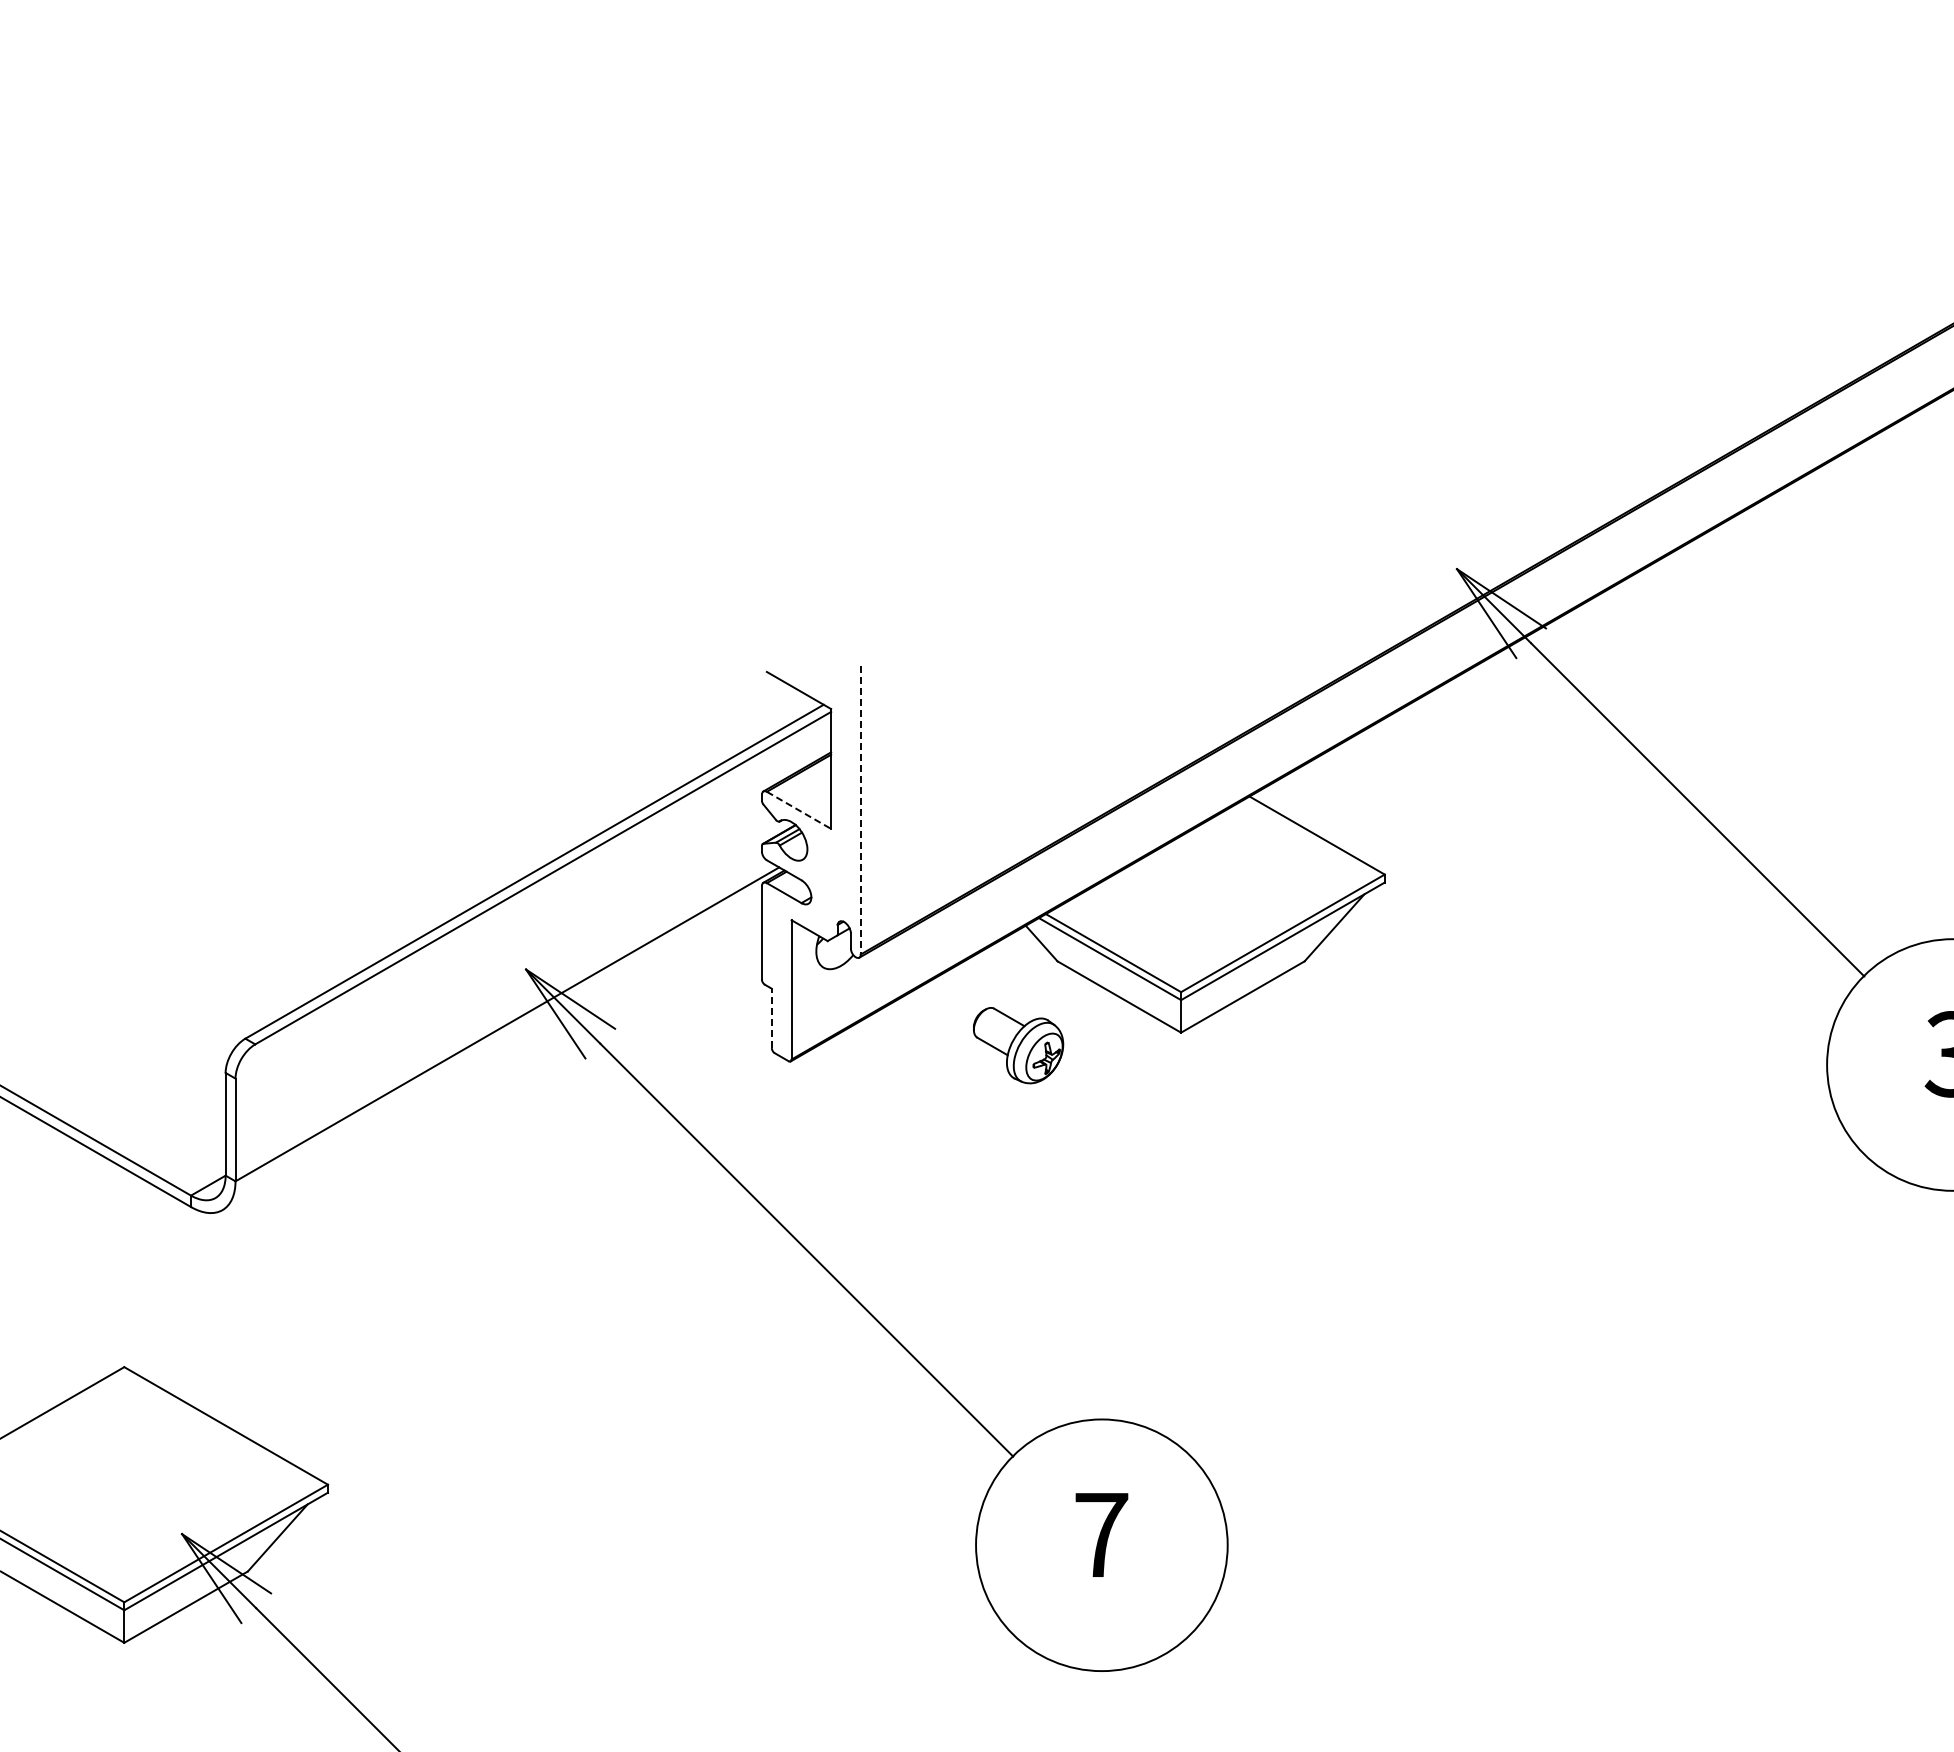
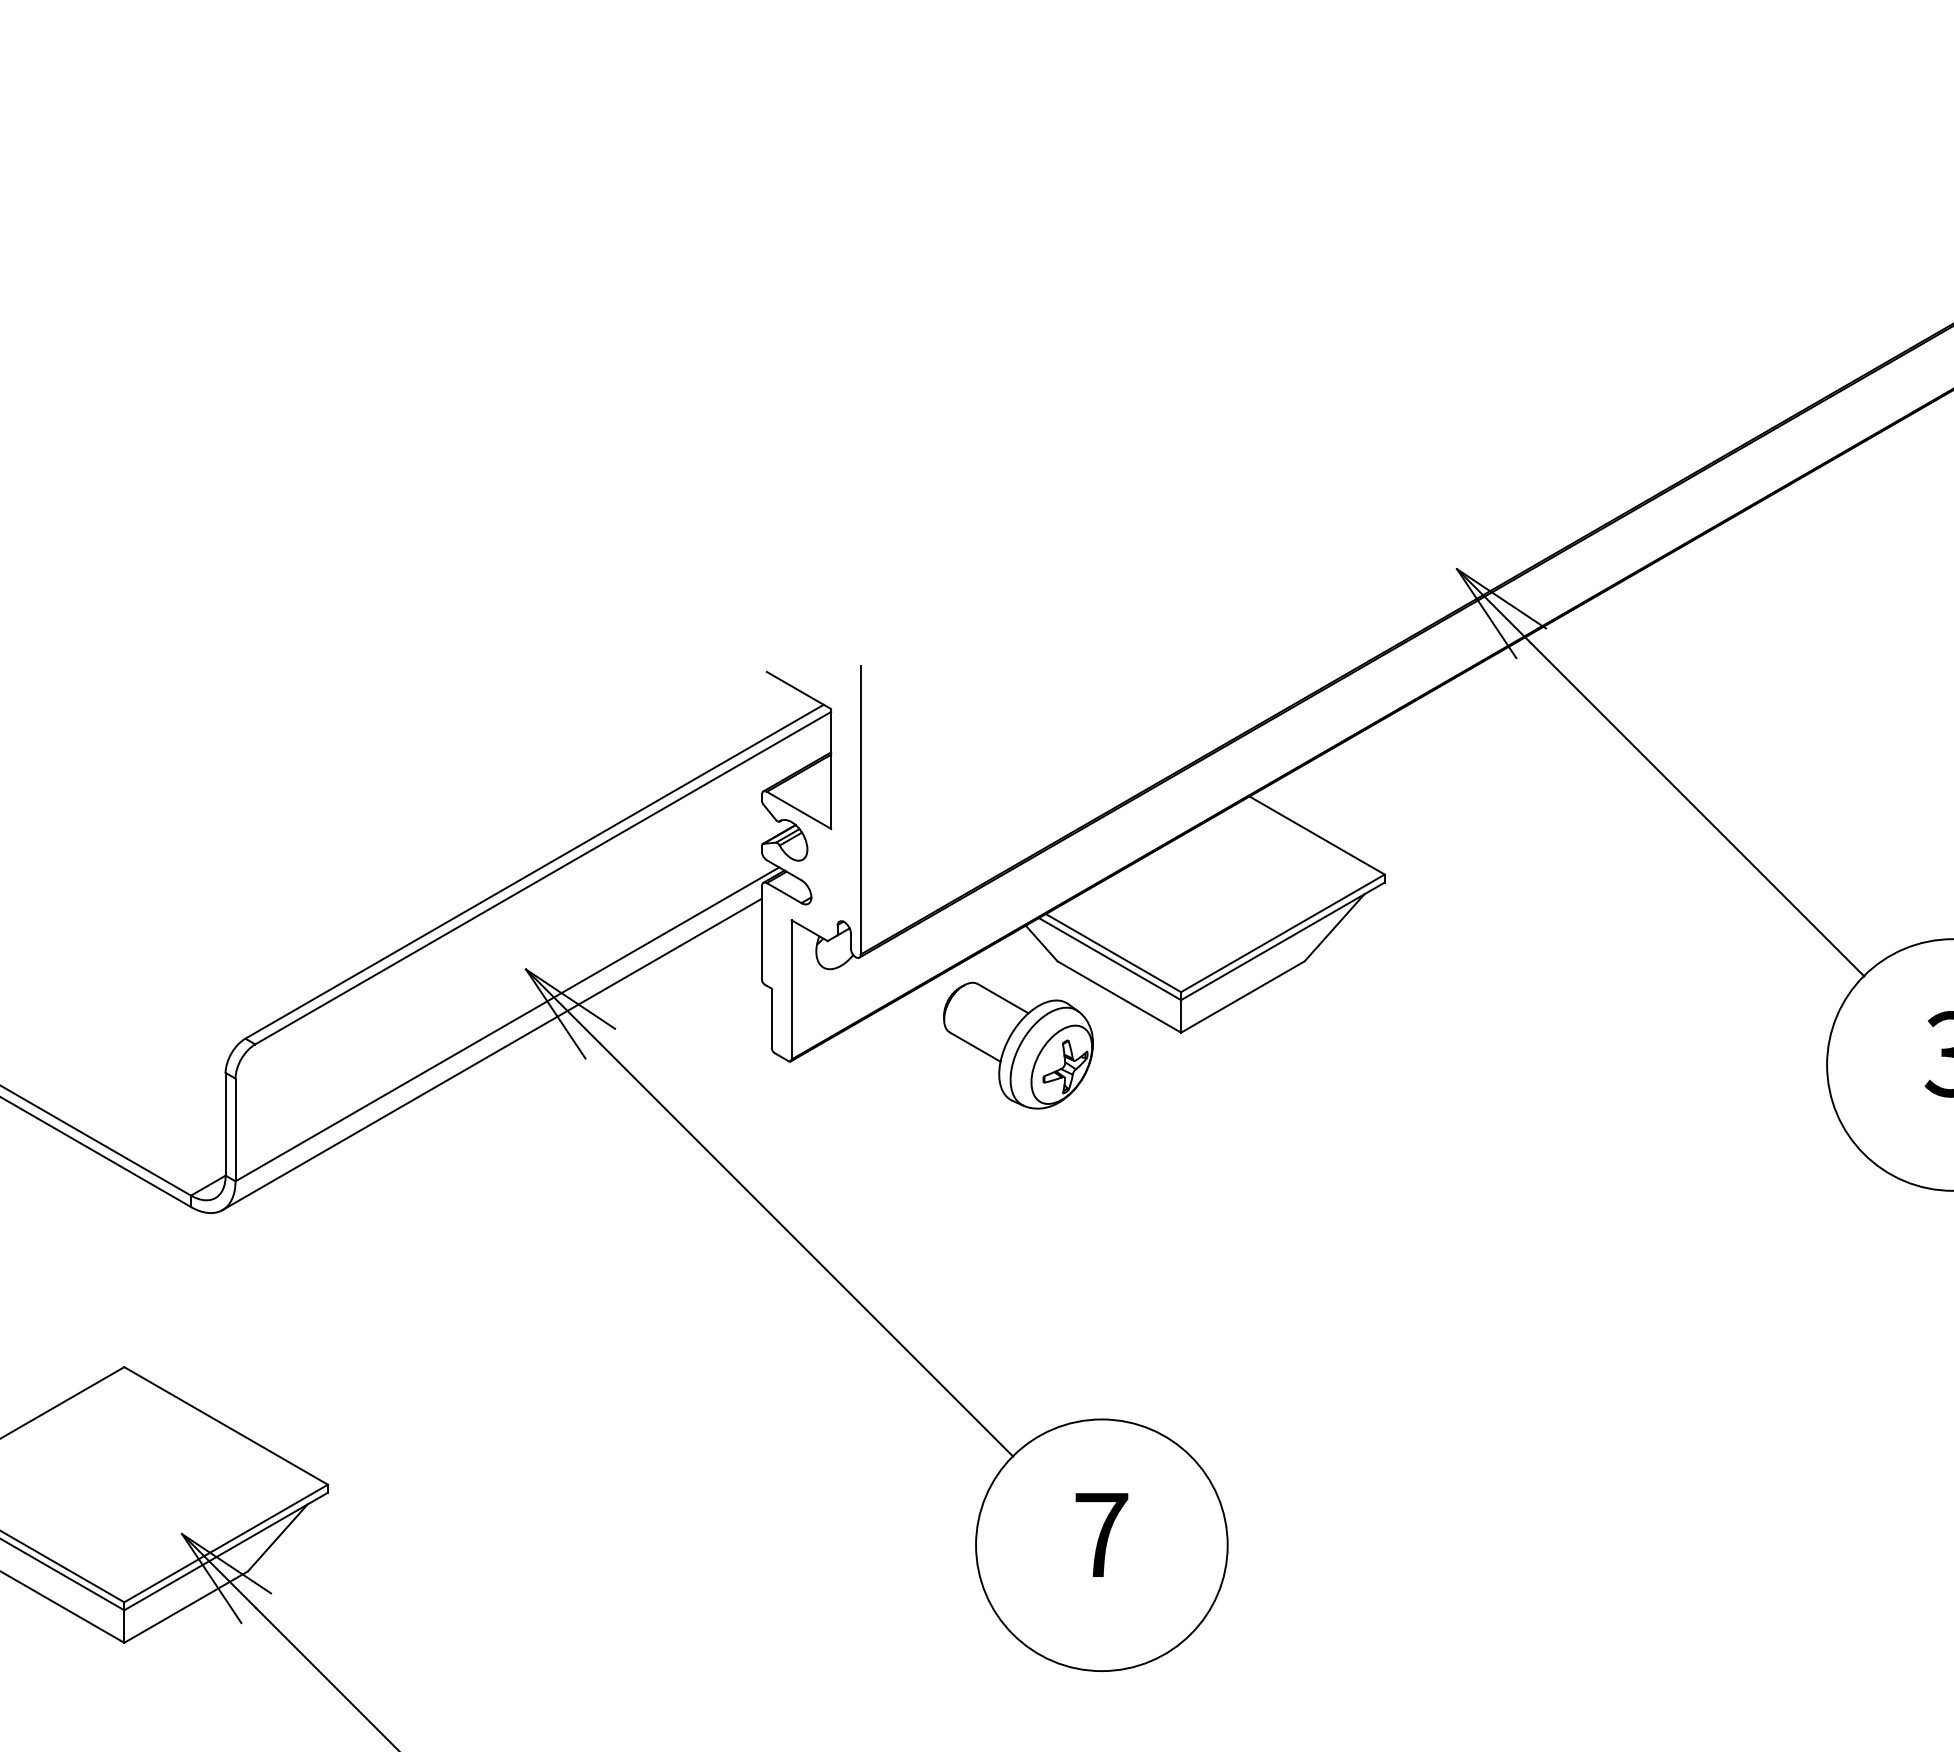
line at (799, 810): dashed -> solid
line at (860, 810): dashed -> solid
line at (771, 1018): dashed -> solid
part at (1018, 1045) size: 92x78 px -> 151x129 px
line at (491, 1054): none -> present
